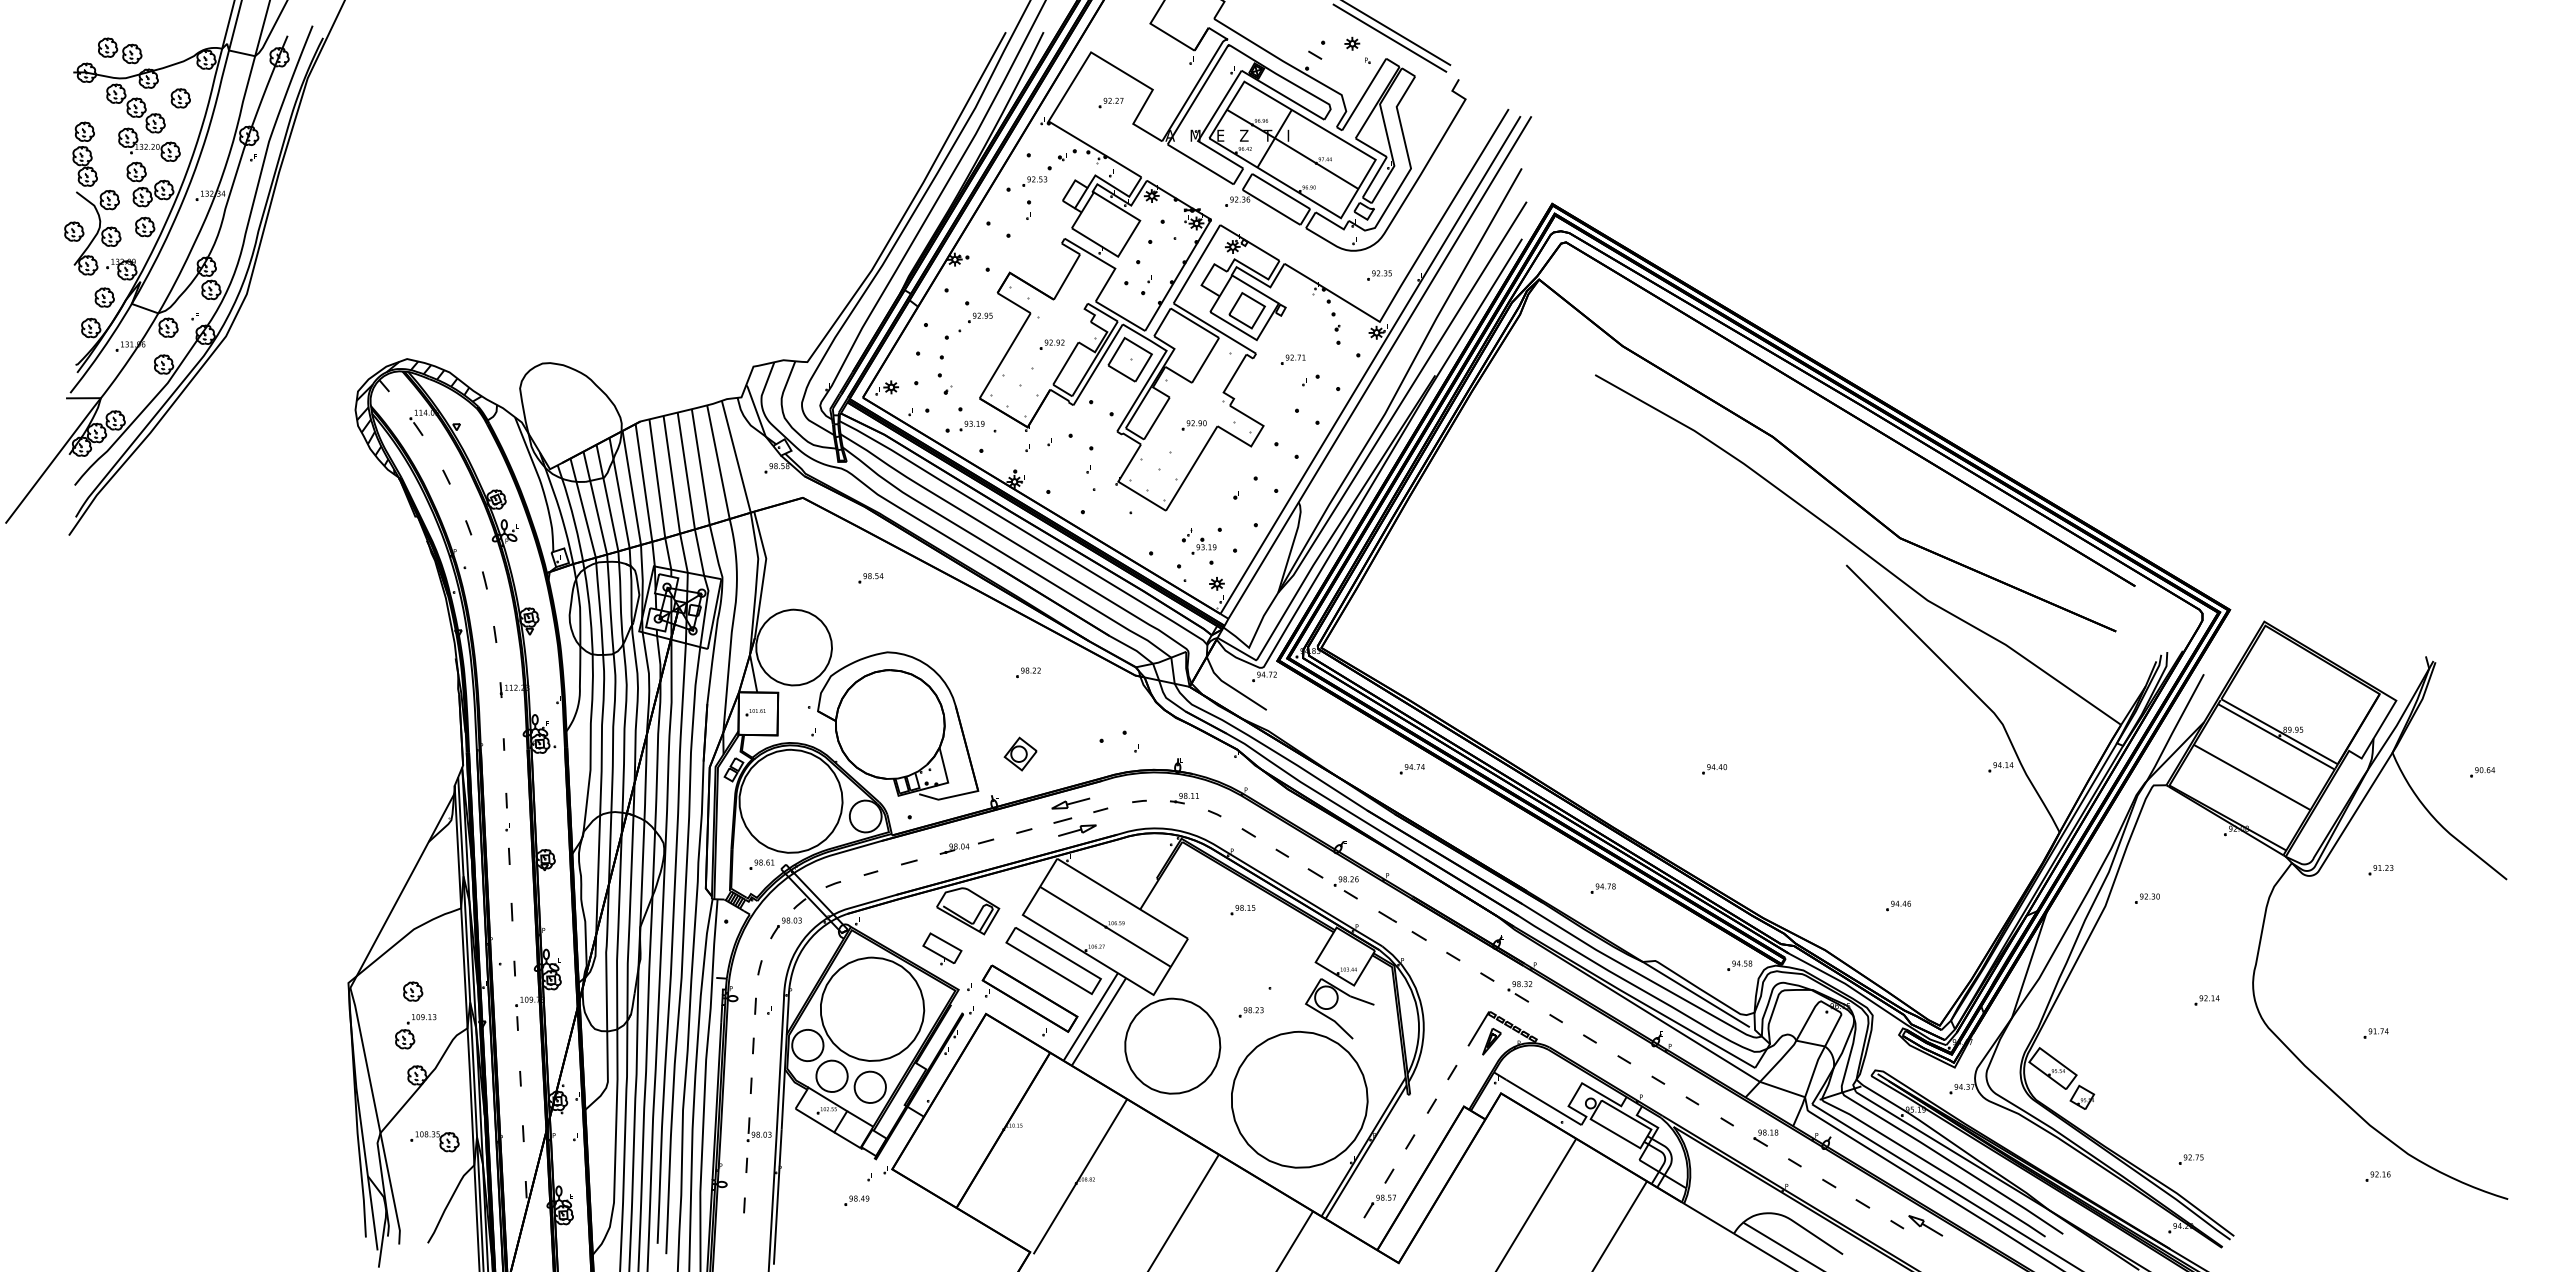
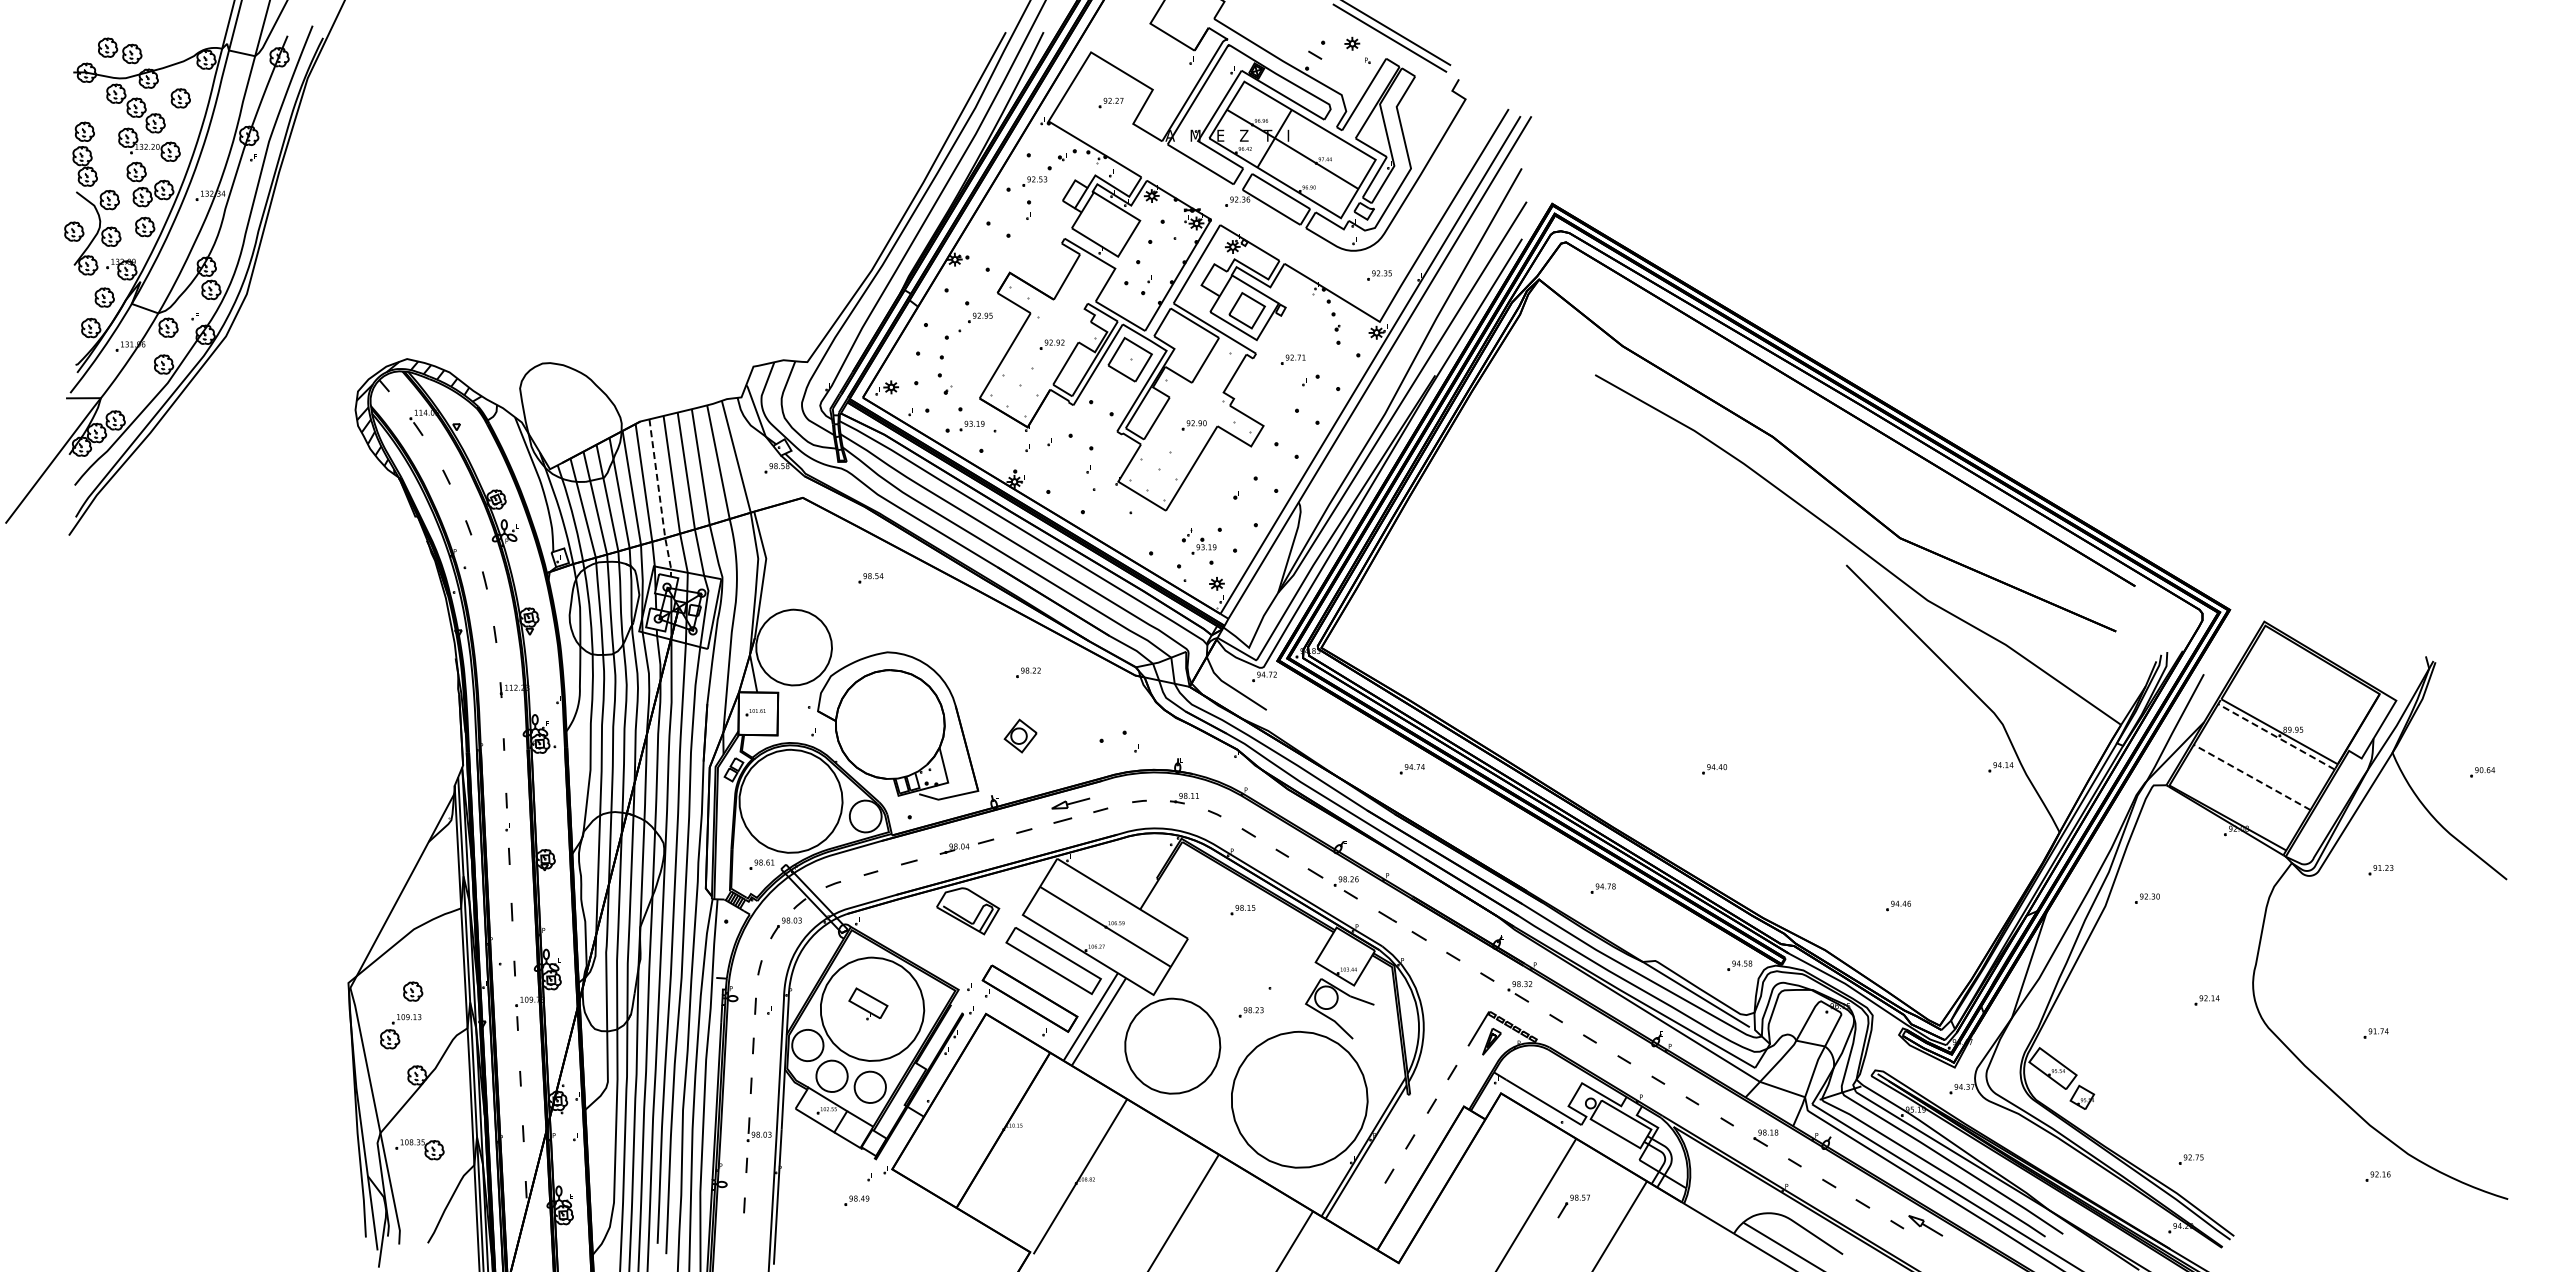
line at (660, 500): solid -> dashed
line at (2276, 736): solid -> dashed
part at (1020, 753) position: (1020, 753) -> (1020, 735)
line at (2252, 777): solid -> dashed
part at (1077, 830): present -> none
part at (942, 948) position: (942, 948) -> (868, 1003)
part at (415, 1031) position: (415, 1031) -> (400, 1031)
part at (434, 1141) position: (434, 1141) -> (419, 1149)
part at (1379, 1206) position: (1379, 1206) -> (1573, 1206)
